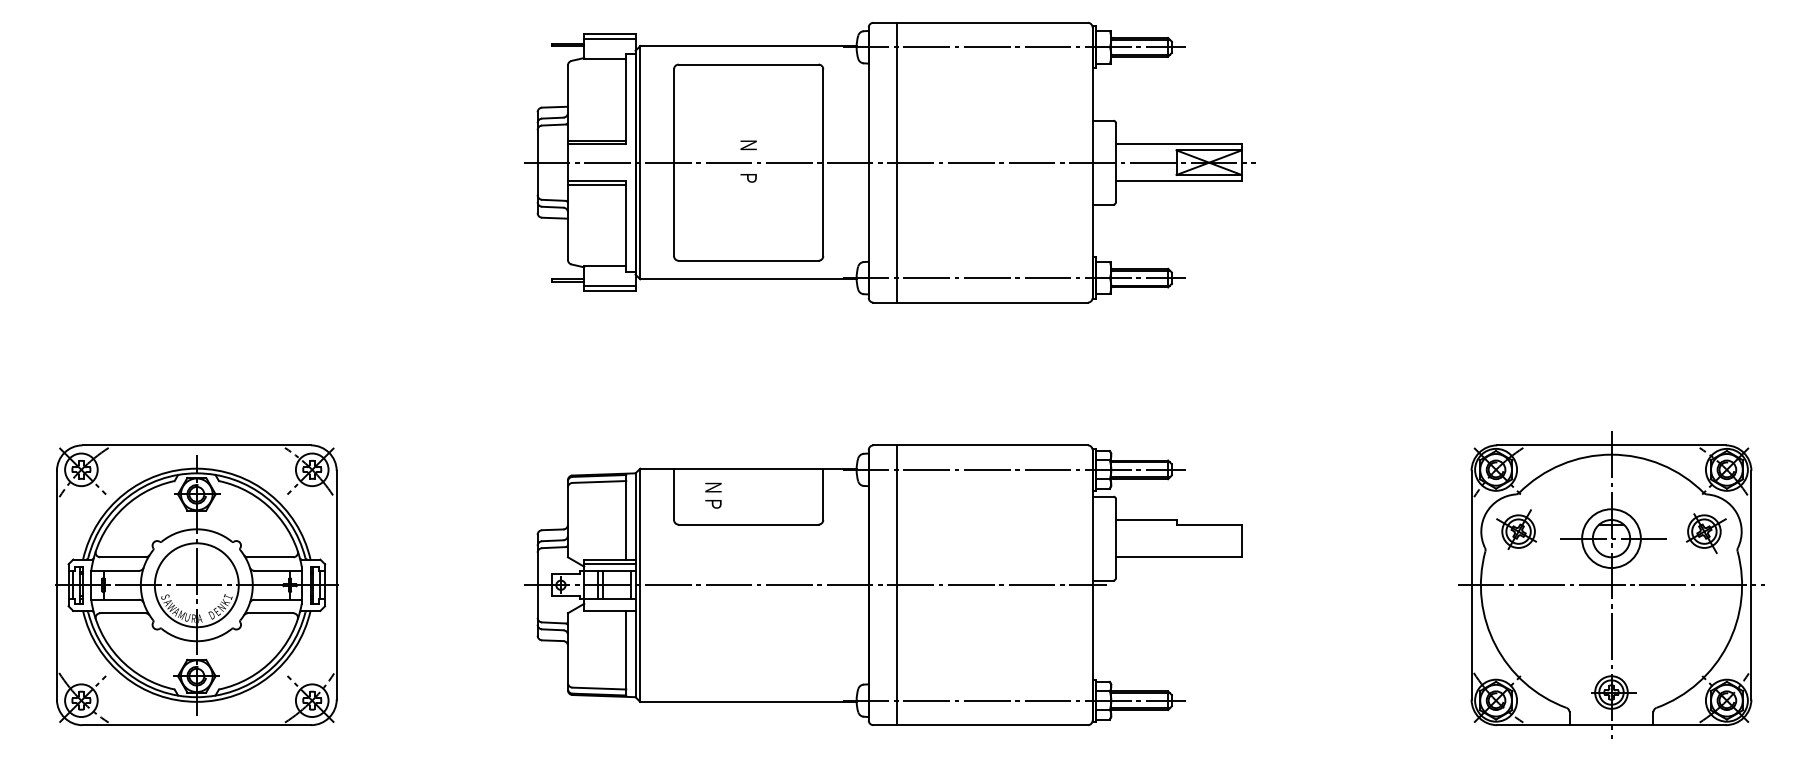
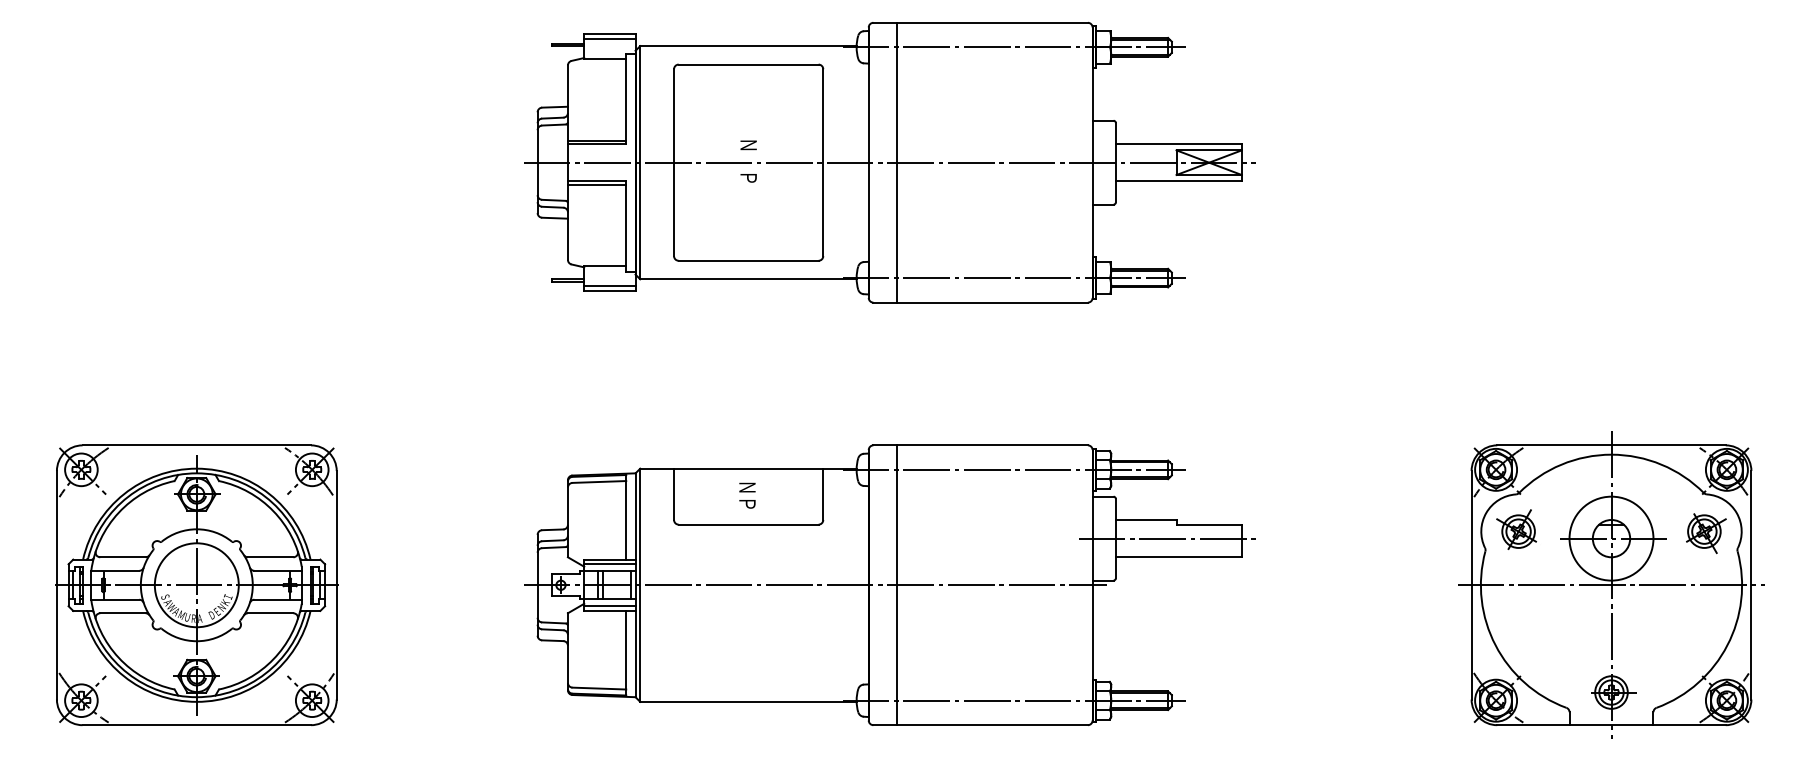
text at (713, 495) position: (713, 495) -> (747, 495)
line at (1166, 538): none -> present
circle at (1611, 538) diameter: 59 px -> 84 px
line at (609, 606): none -> present
